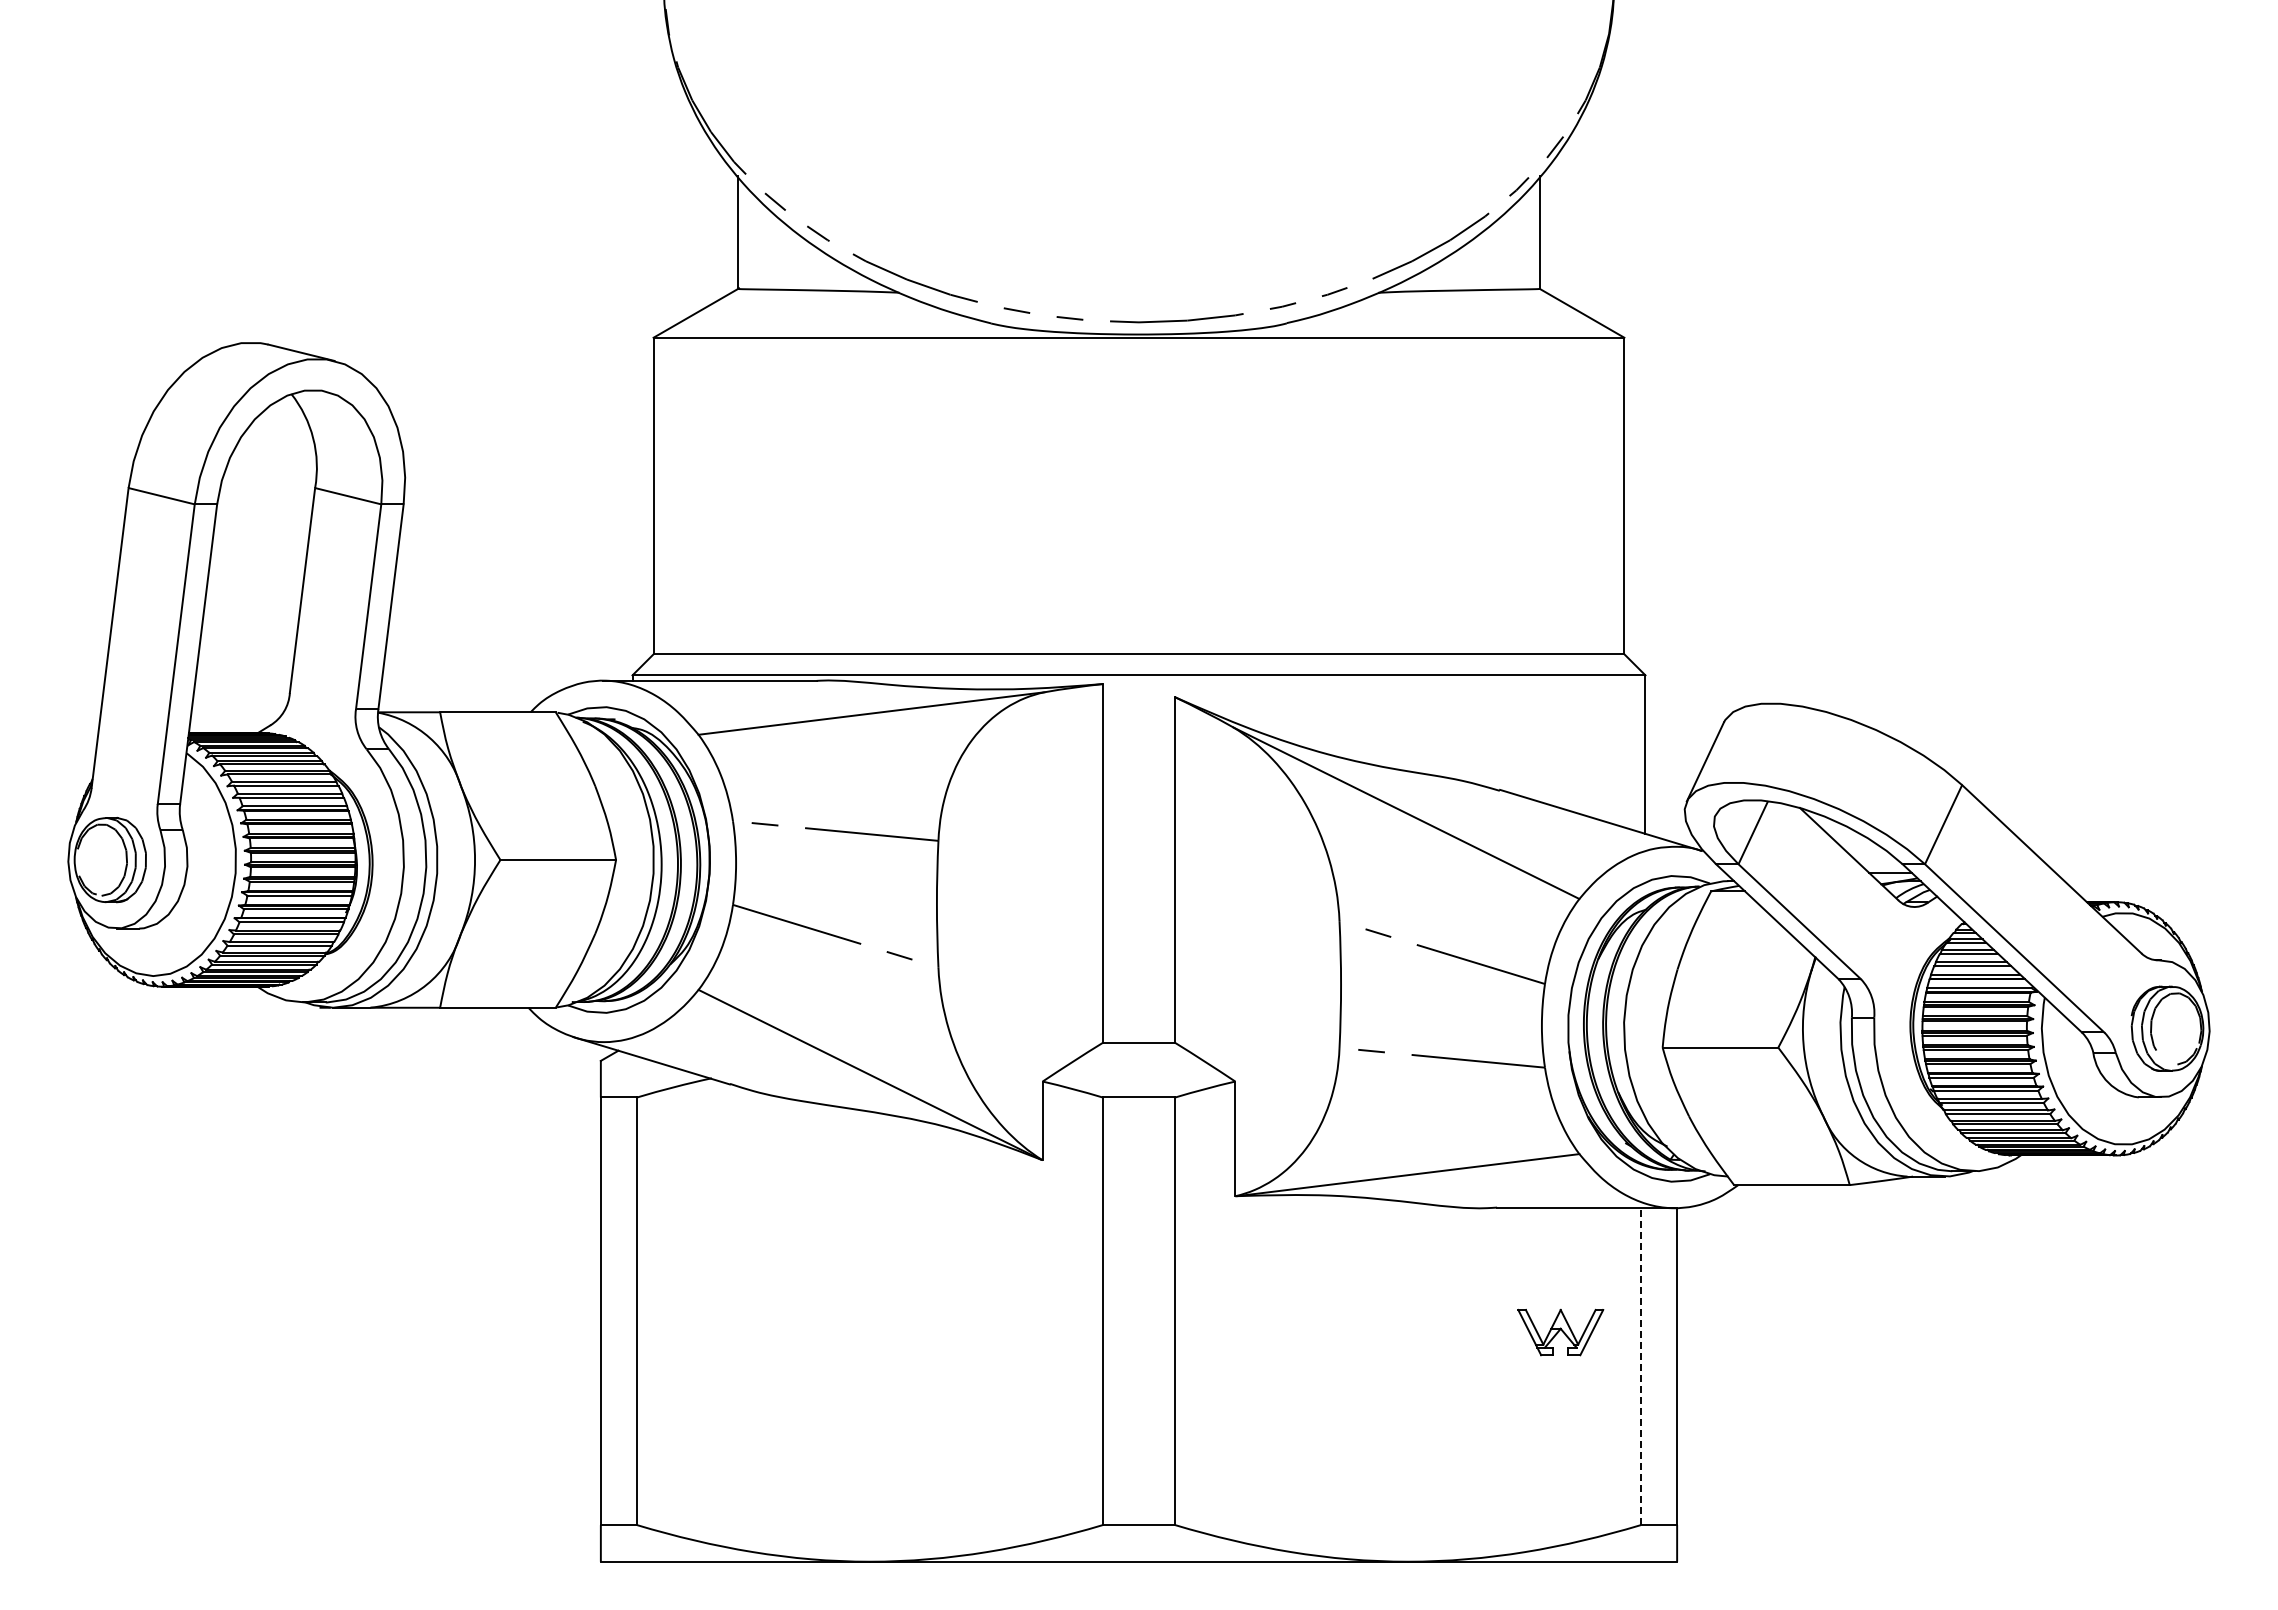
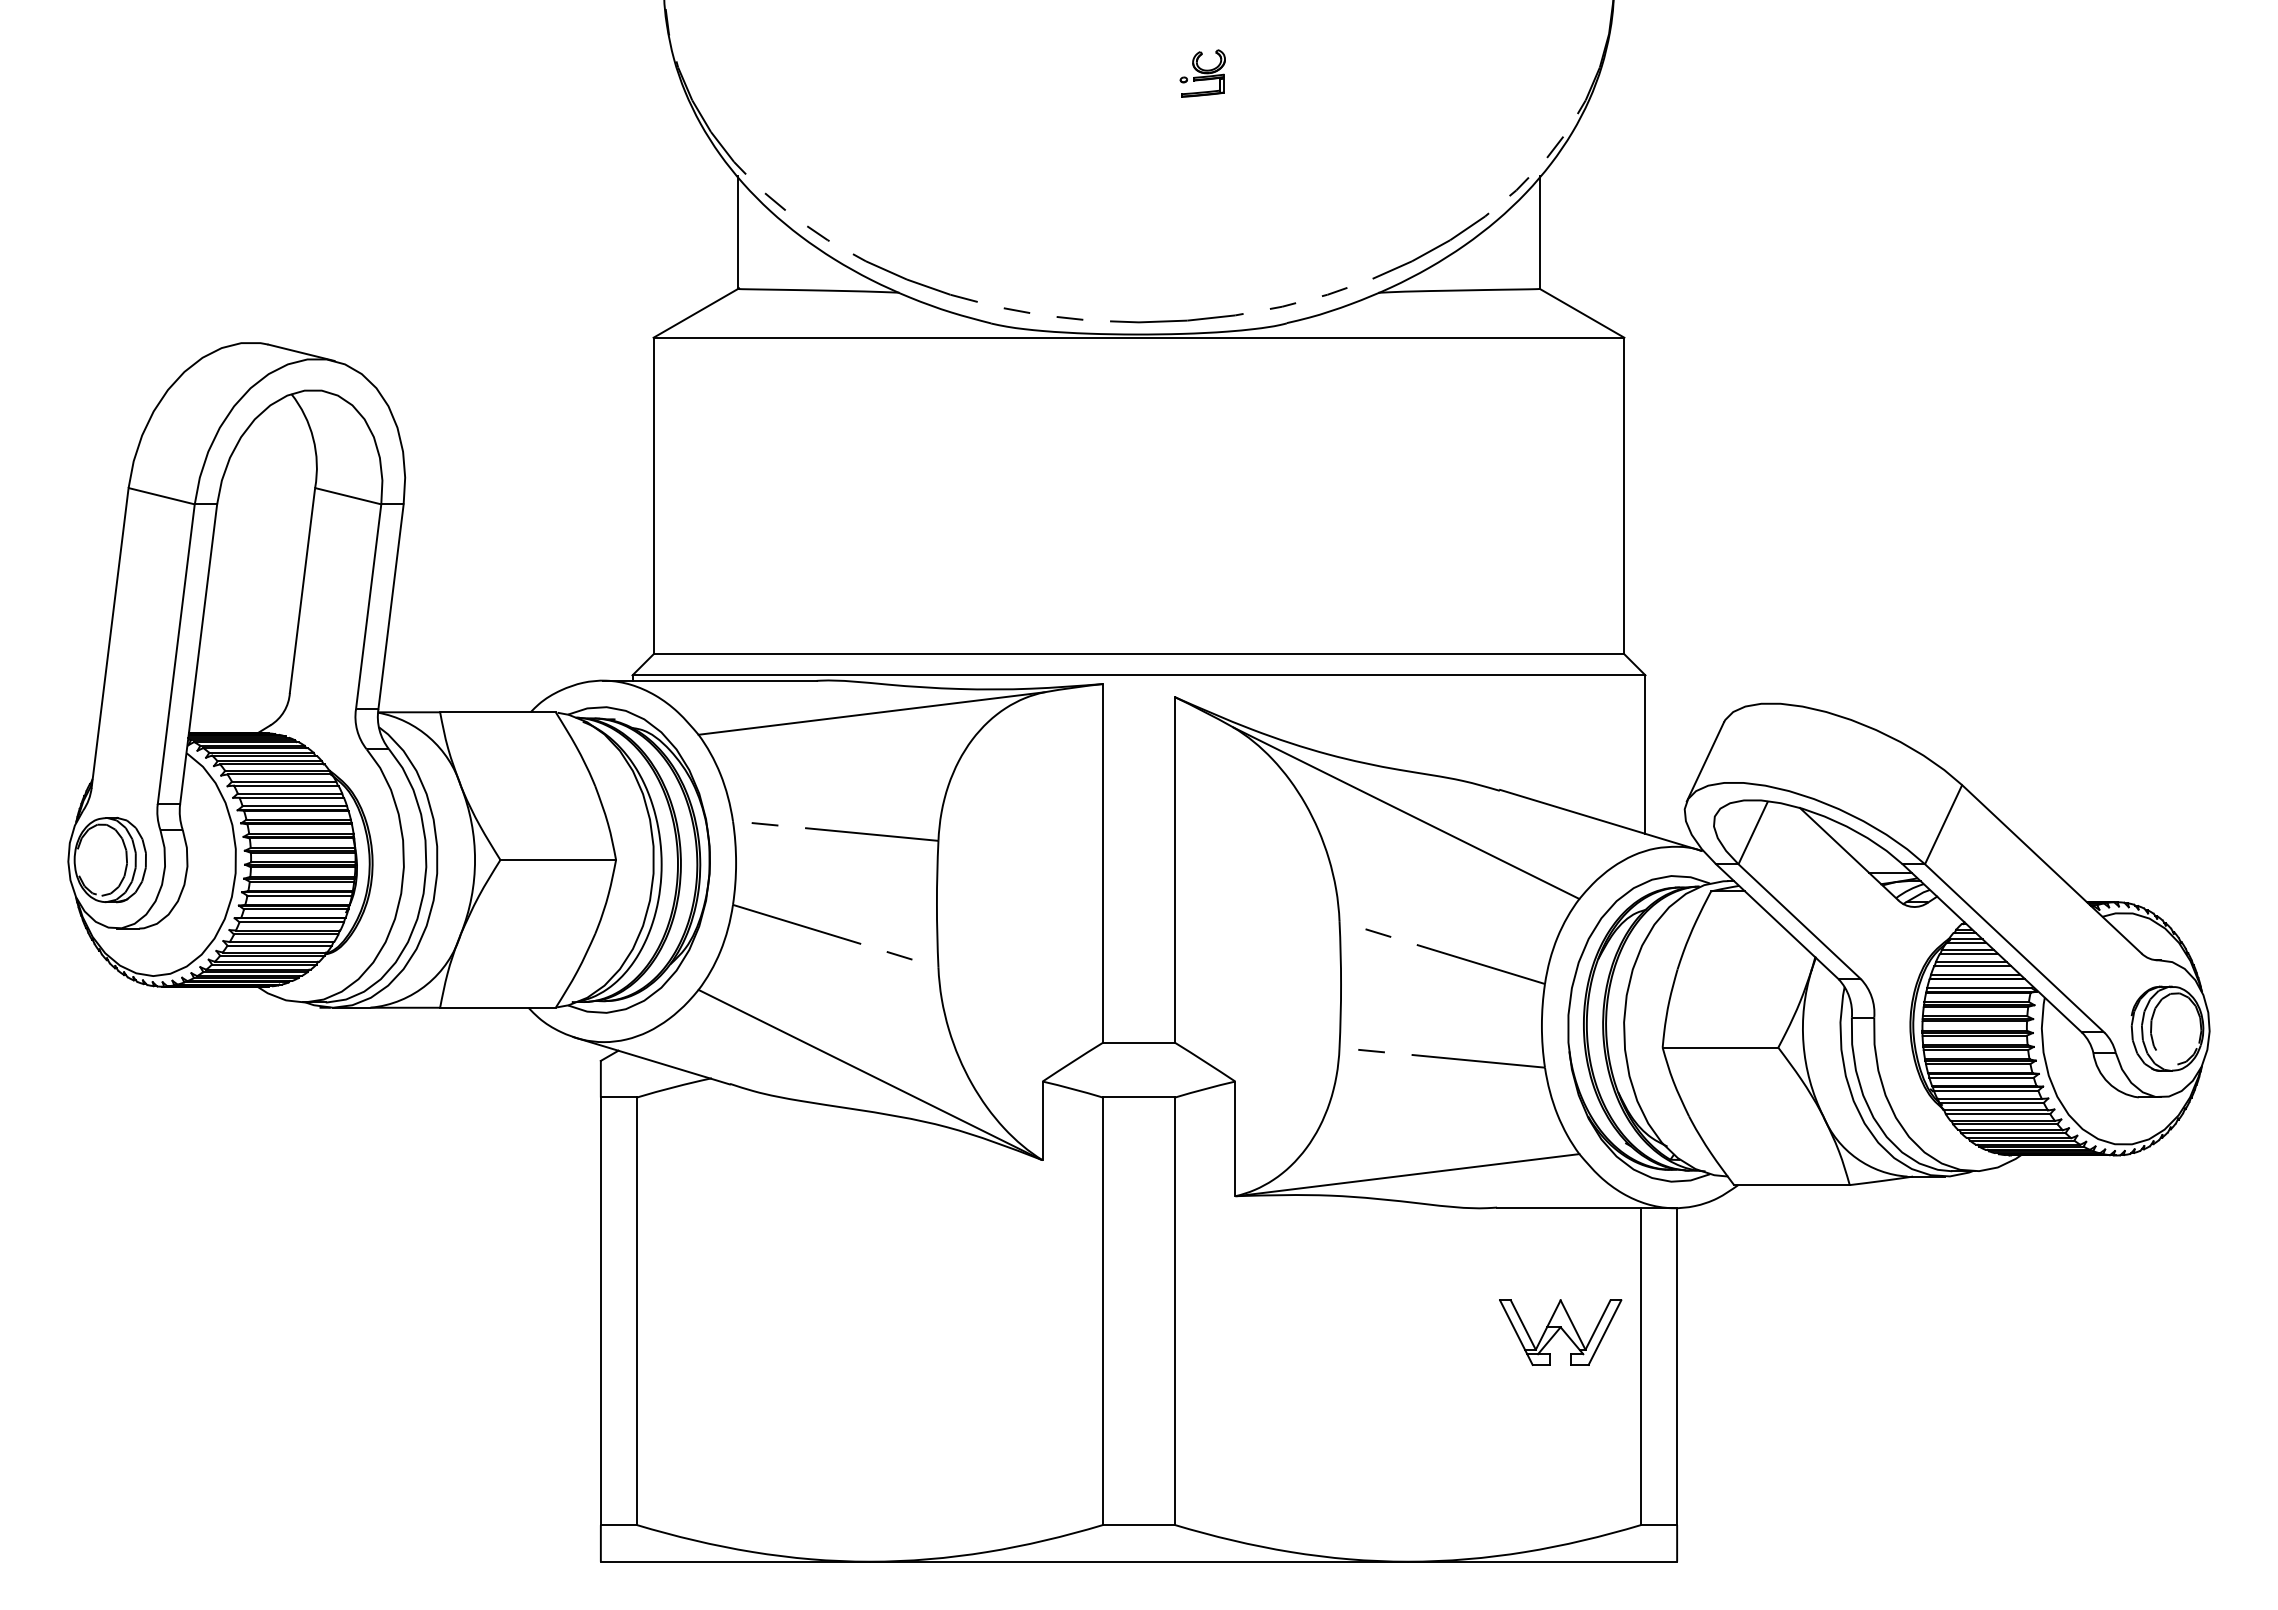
part at (1202, 73): none -> present
part at (1560, 1332) size: 88x49 px -> 124x67 px
line at (1640, 1366): dashed -> solid
